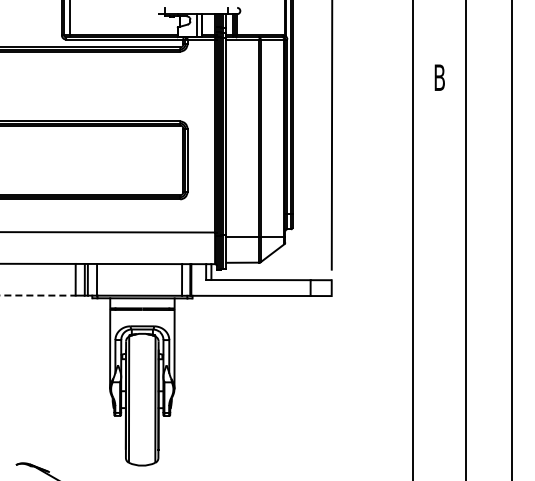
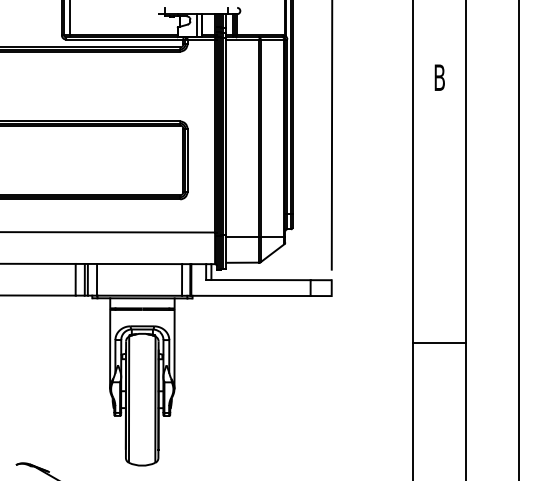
line at (511, 239) position: (511, 239) -> (518, 239)
line at (38, 295): dashed -> solid
line at (439, 343): none -> present
